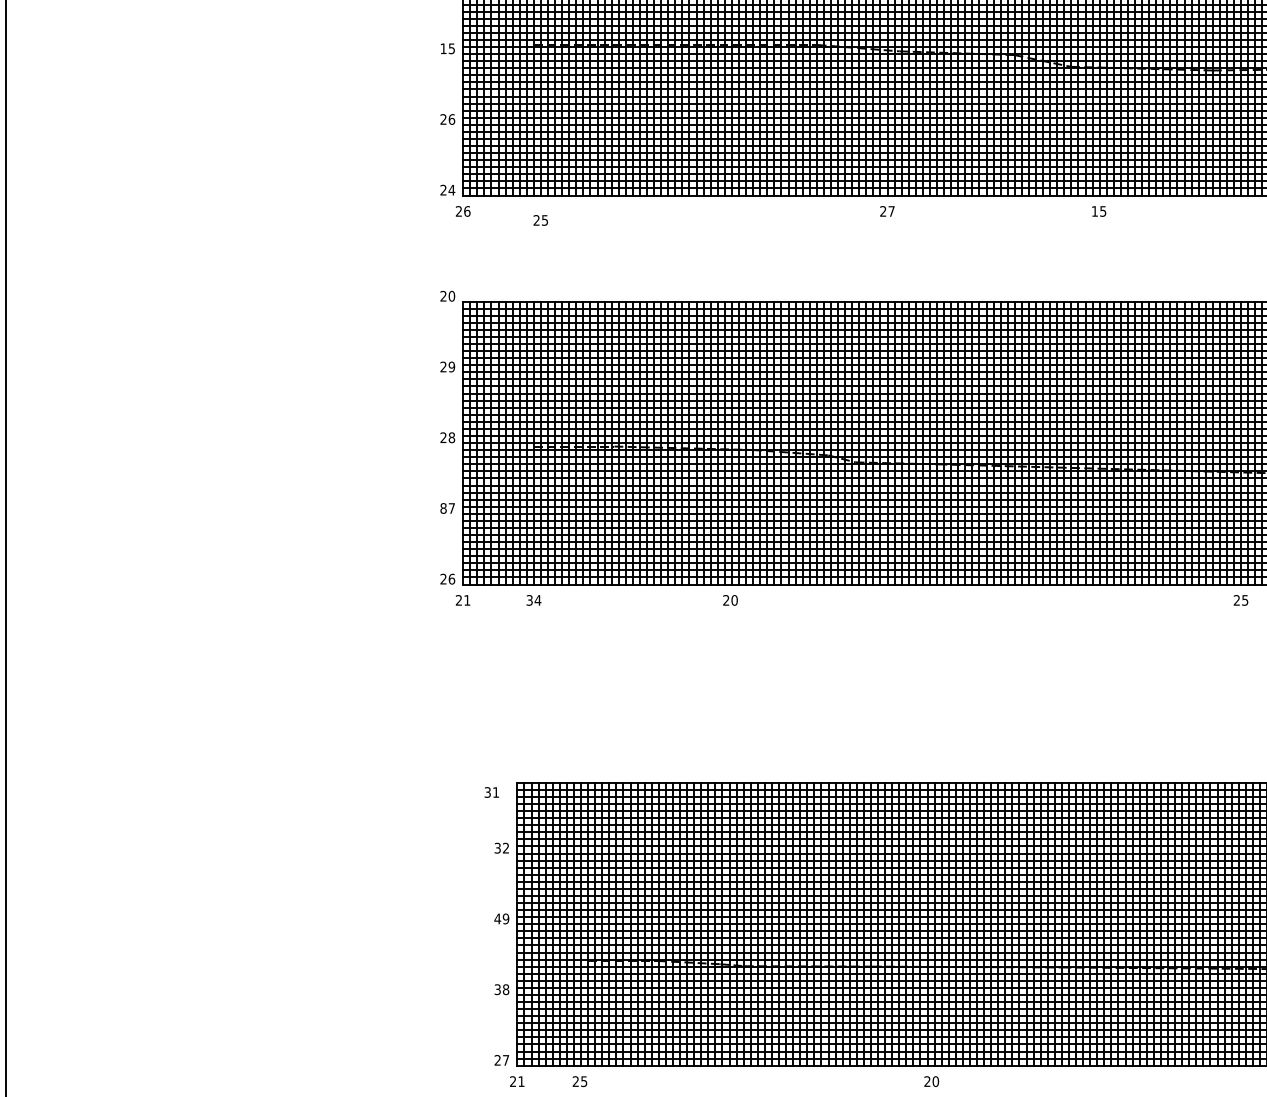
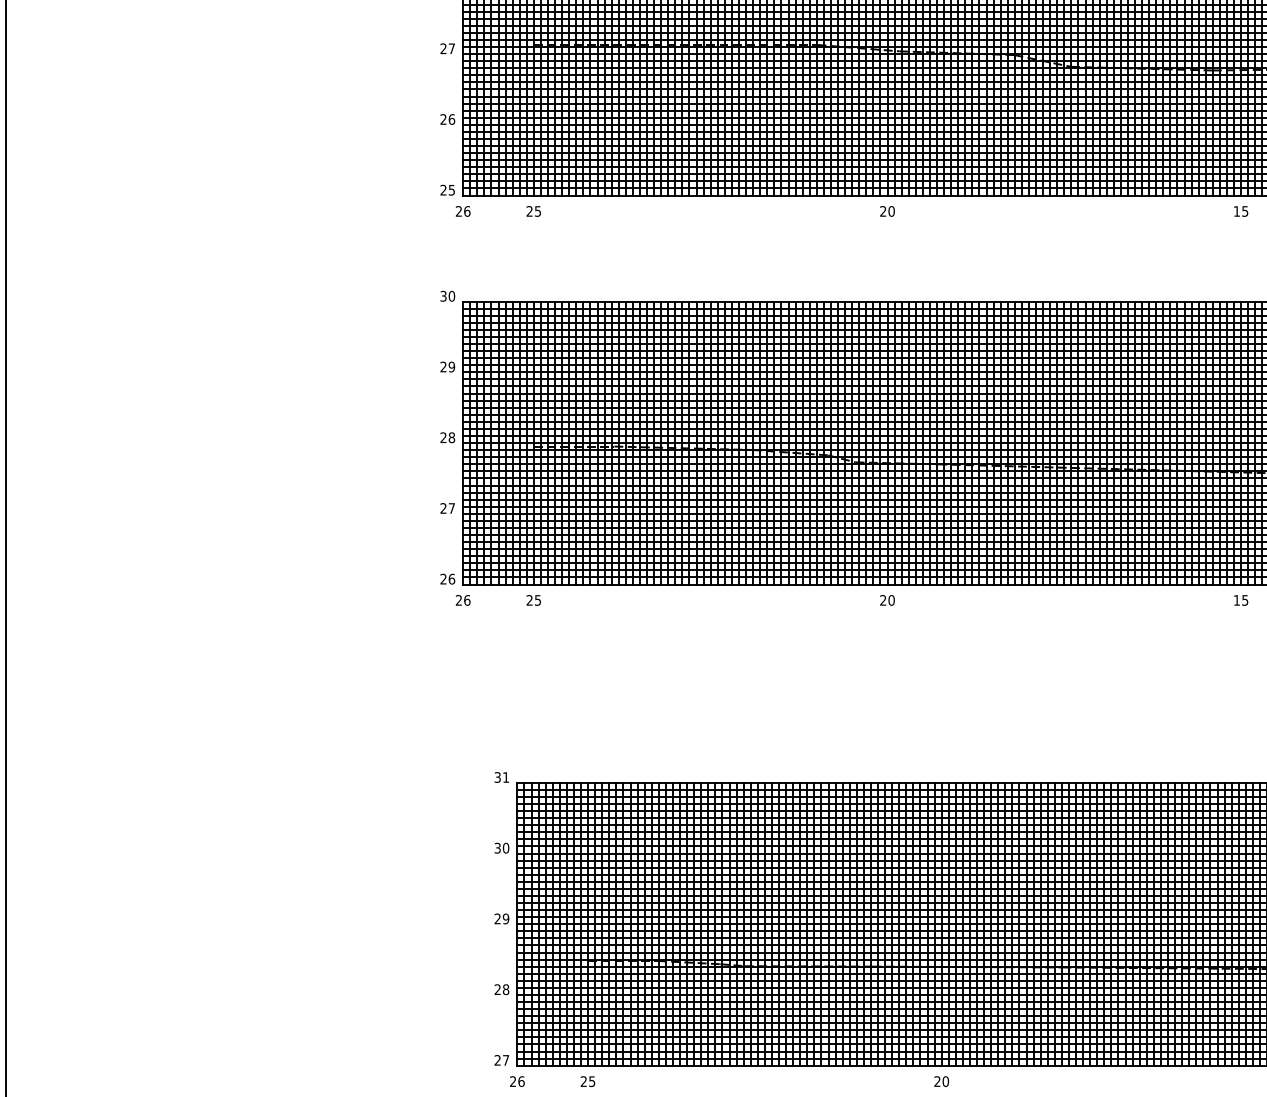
text at (447, 48): 15 -> 27
text at (451, 190): 24 -> 25
text at (891, 211): 27 -> 20
text at (1099, 211) position: (1099, 211) -> (1241, 211)
text at (540, 220) position: (540, 220) -> (533, 211)
text at (443, 296): 20 -> 30
text at (443, 508): 87 -> 27
text at (467, 600): 21 -> 26
text at (533, 600): 34 -> 25
text at (730, 600) position: (730, 600) -> (887, 600)
text at (1236, 600): 25 -> 15
text at (491, 792) position: (491, 792) -> (501, 777)
text at (505, 848): 32 -> 30
text at (497, 918): 49 -> 29
text at (497, 989): 38 -> 28
text at (521, 1081): 21 -> 26
text at (579, 1081) position: (579, 1081) -> (587, 1081)
text at (931, 1081) position: (931, 1081) -> (941, 1081)
